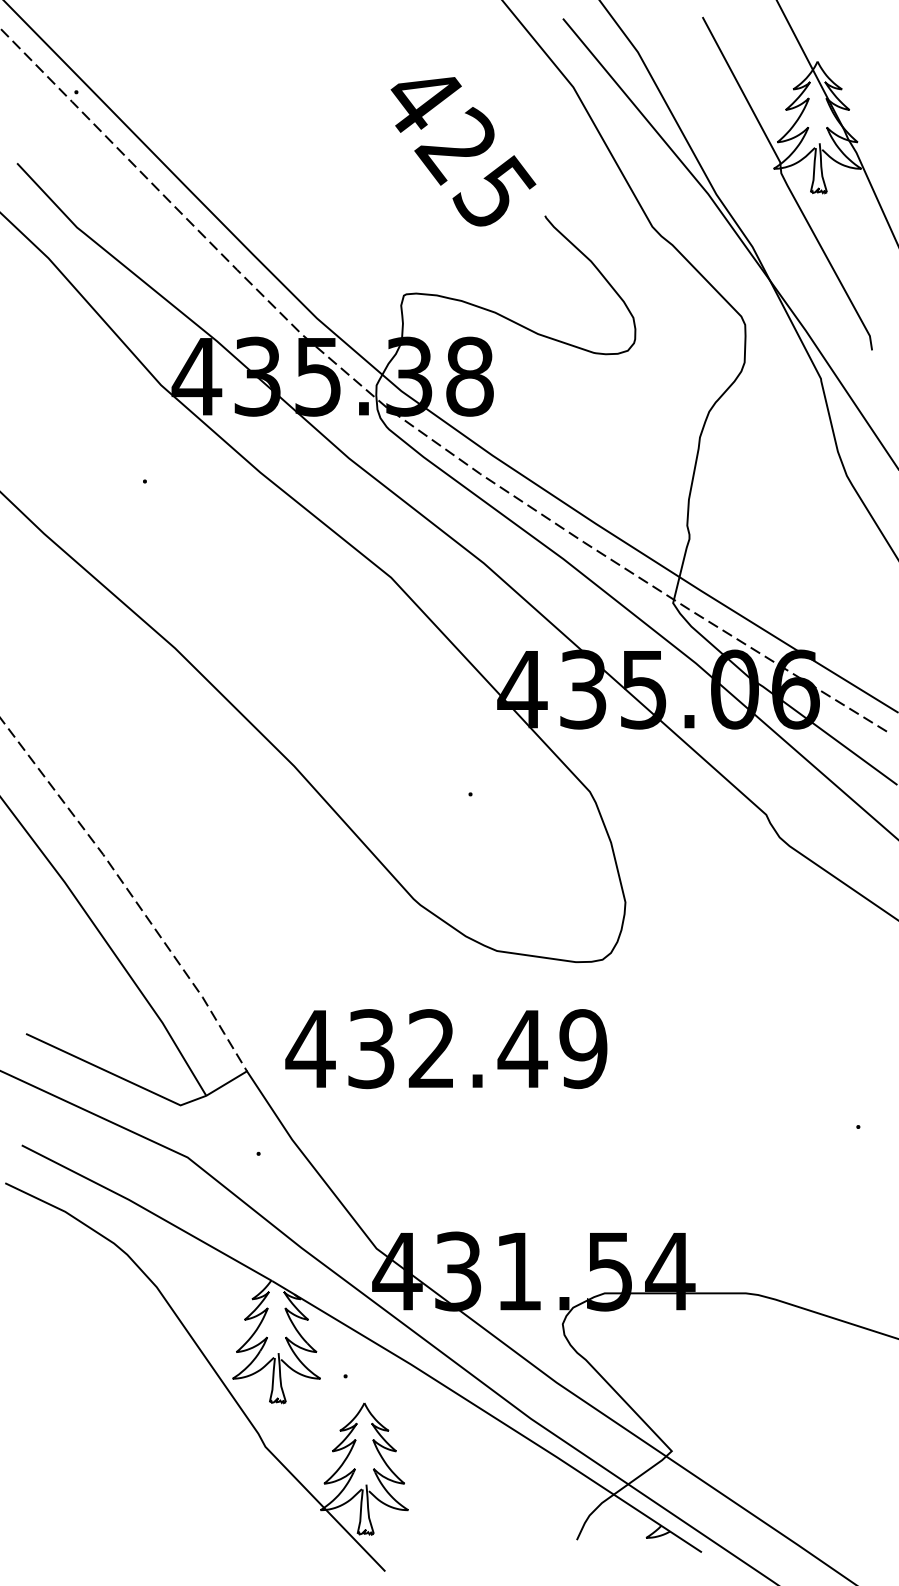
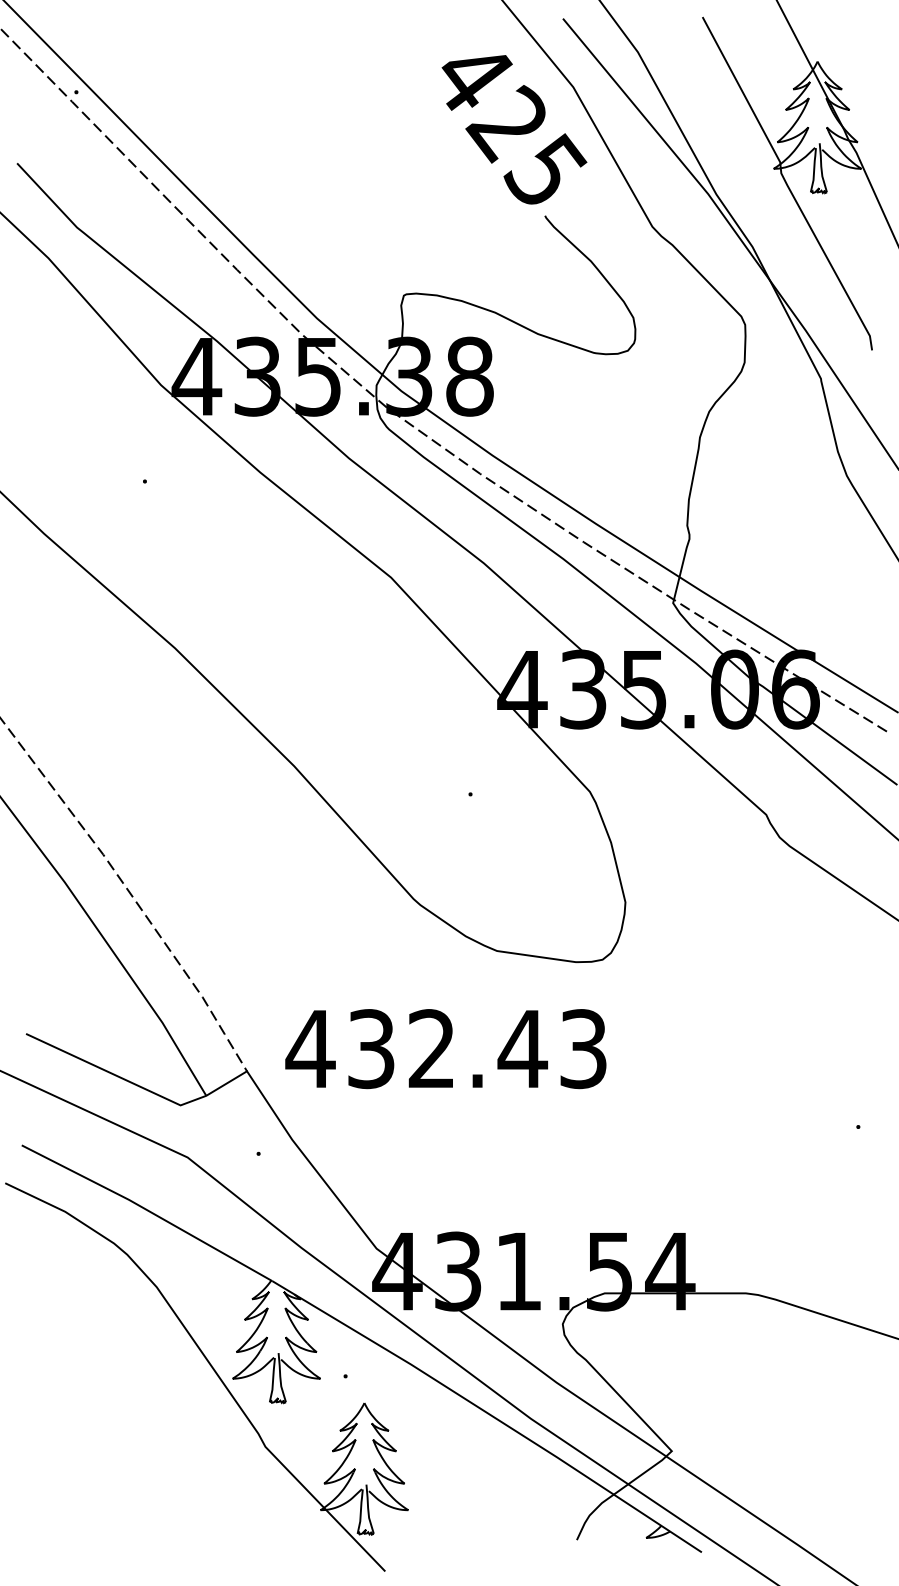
text at (463, 151) position: (463, 151) -> (514, 129)
text at (583, 1048): 432.49 -> 432.43
